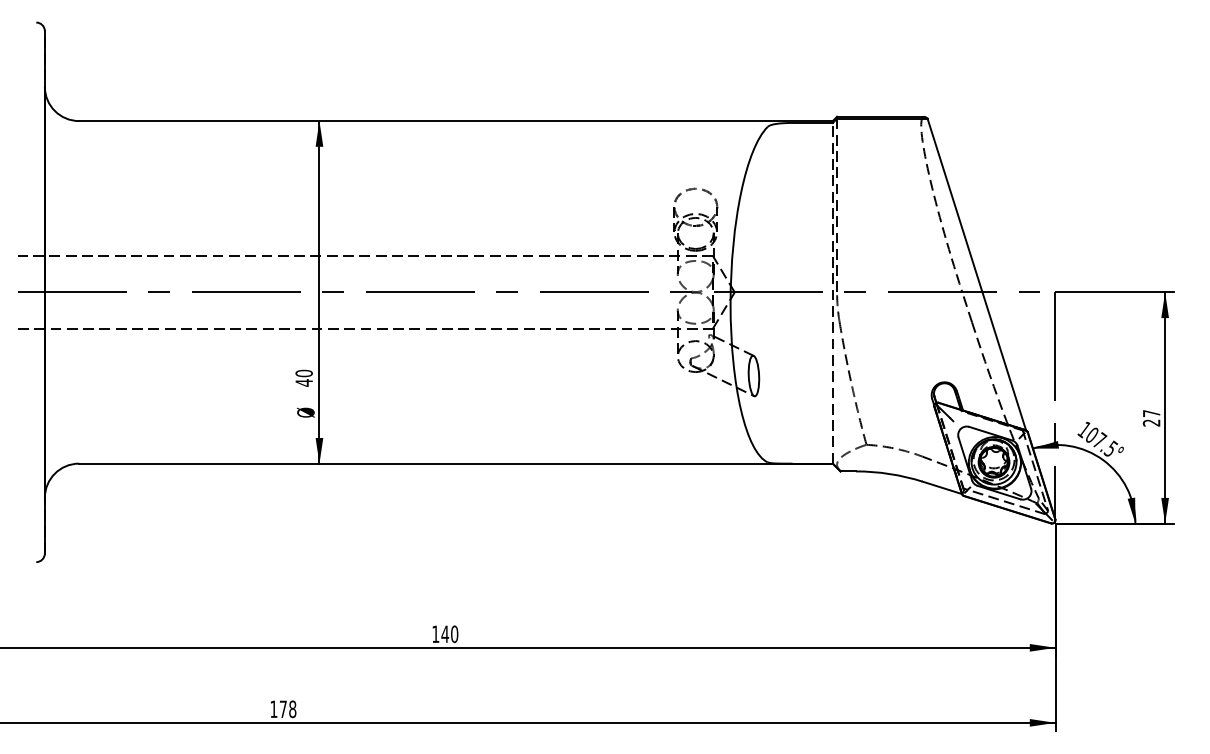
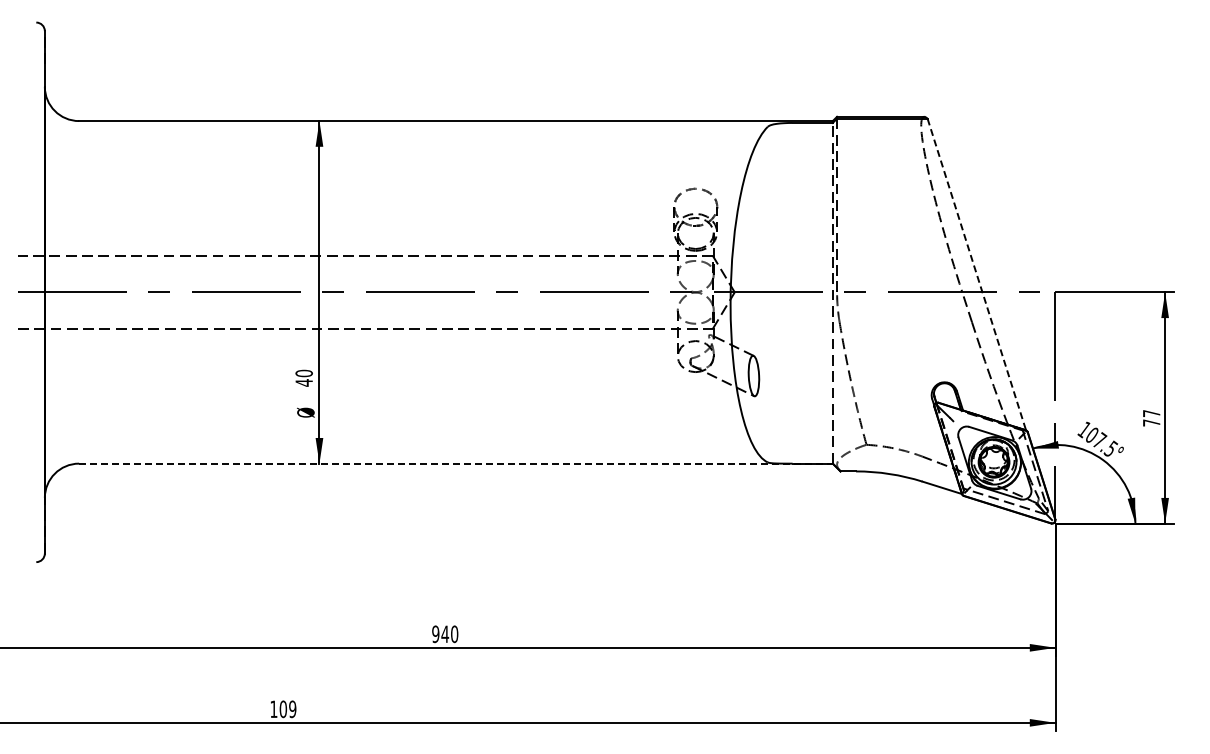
line at (976, 275): solid -> dashed
text at (1151, 422): 27 -> 77
line at (455, 463): solid -> dashed
text at (435, 634): 140 -> 940
text at (287, 709): 178 -> 109
